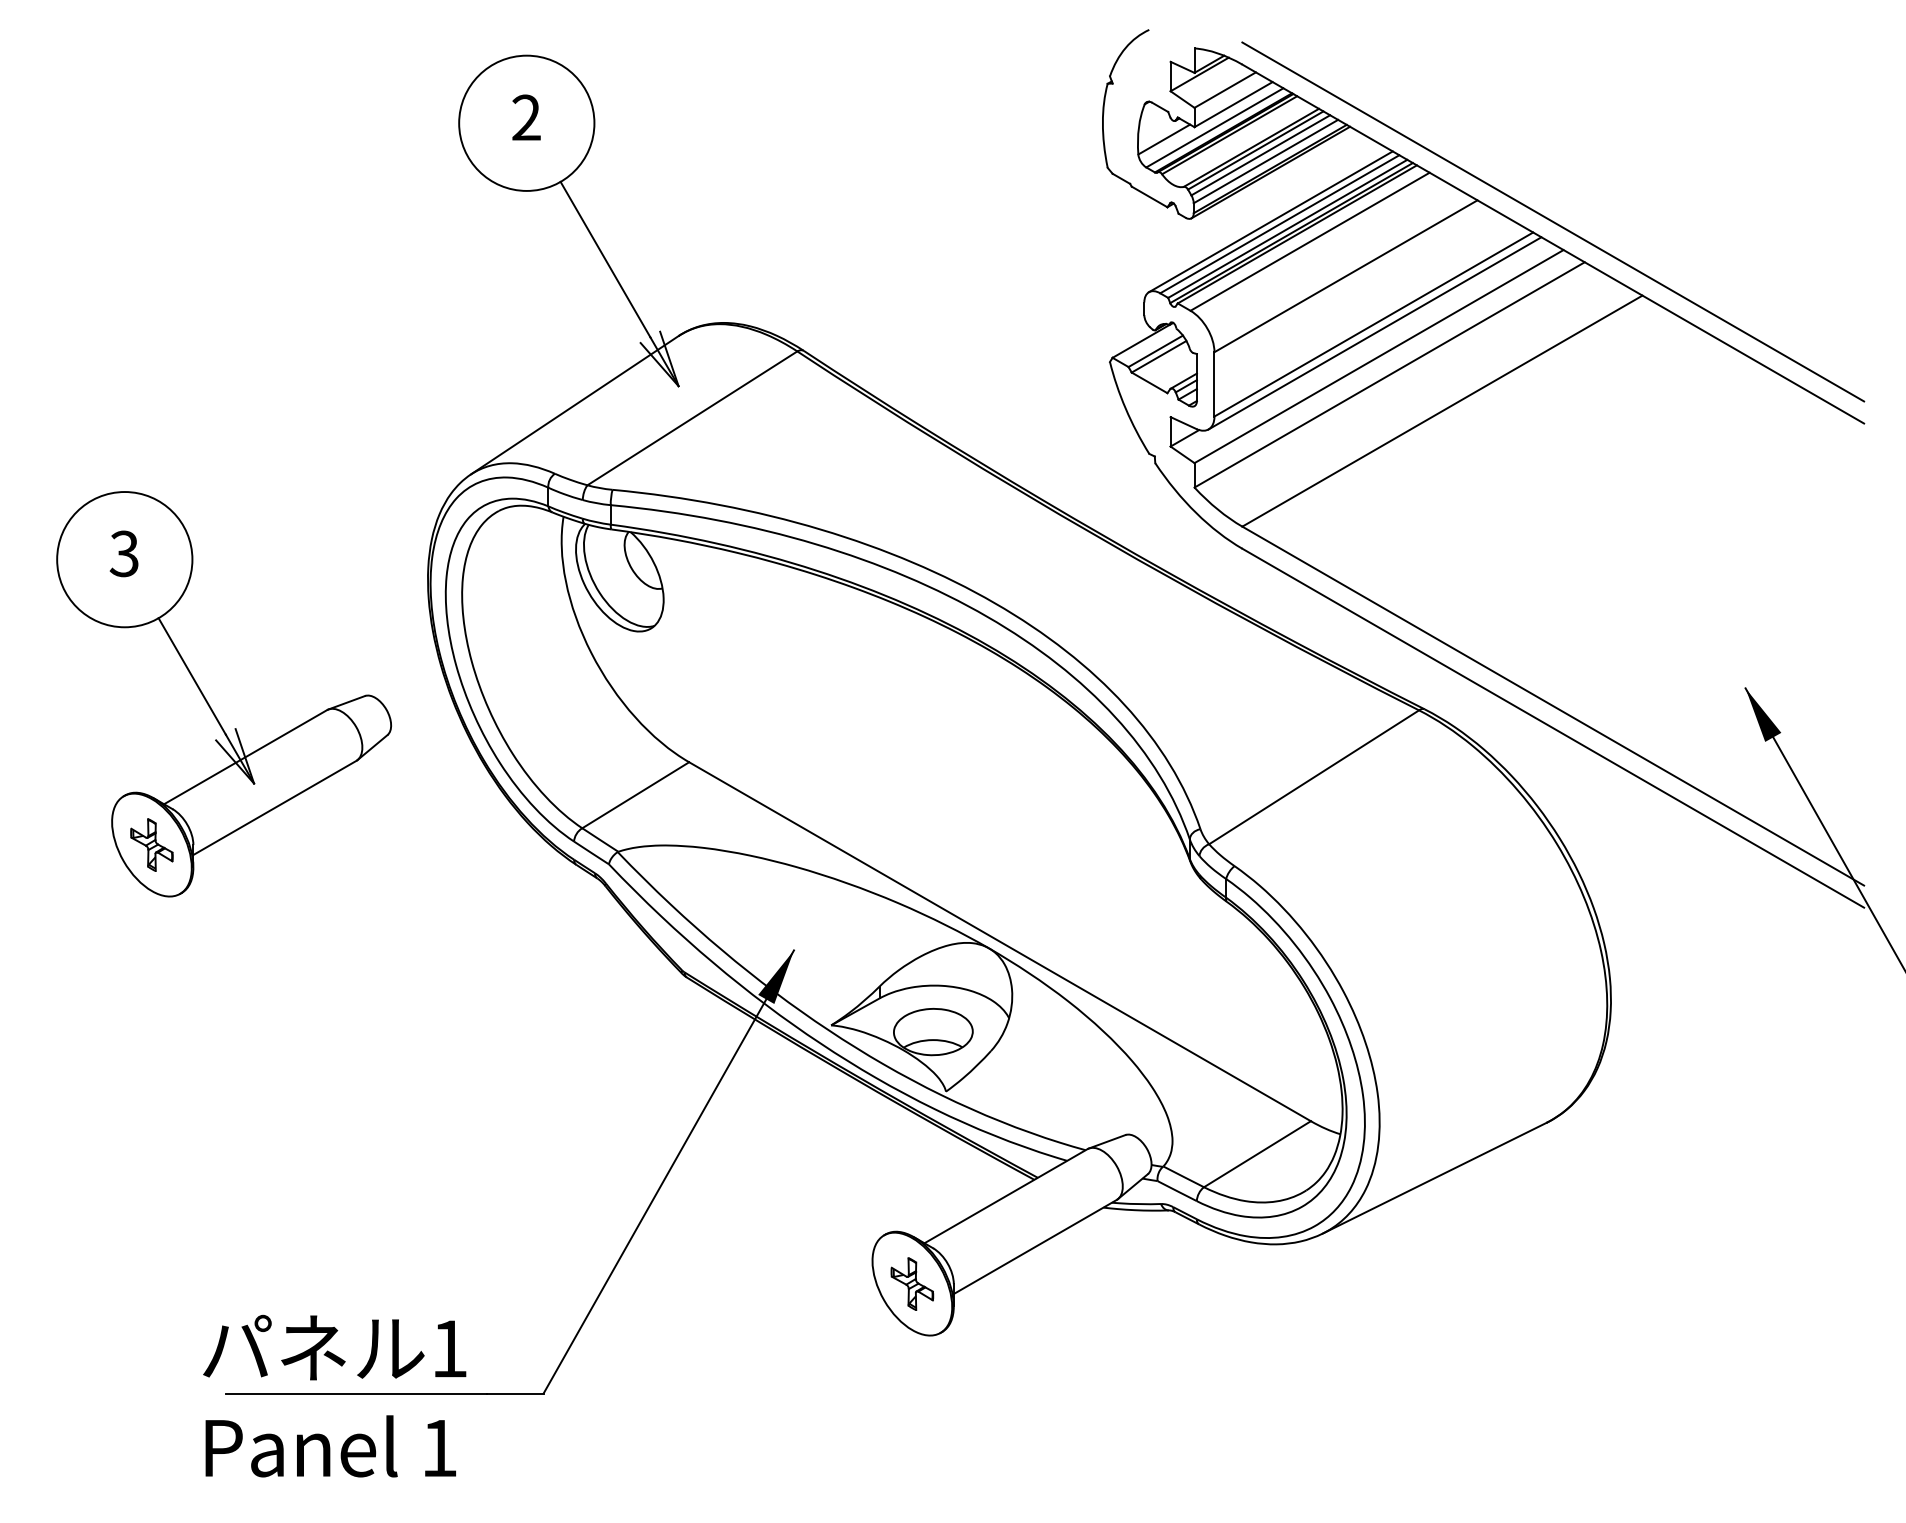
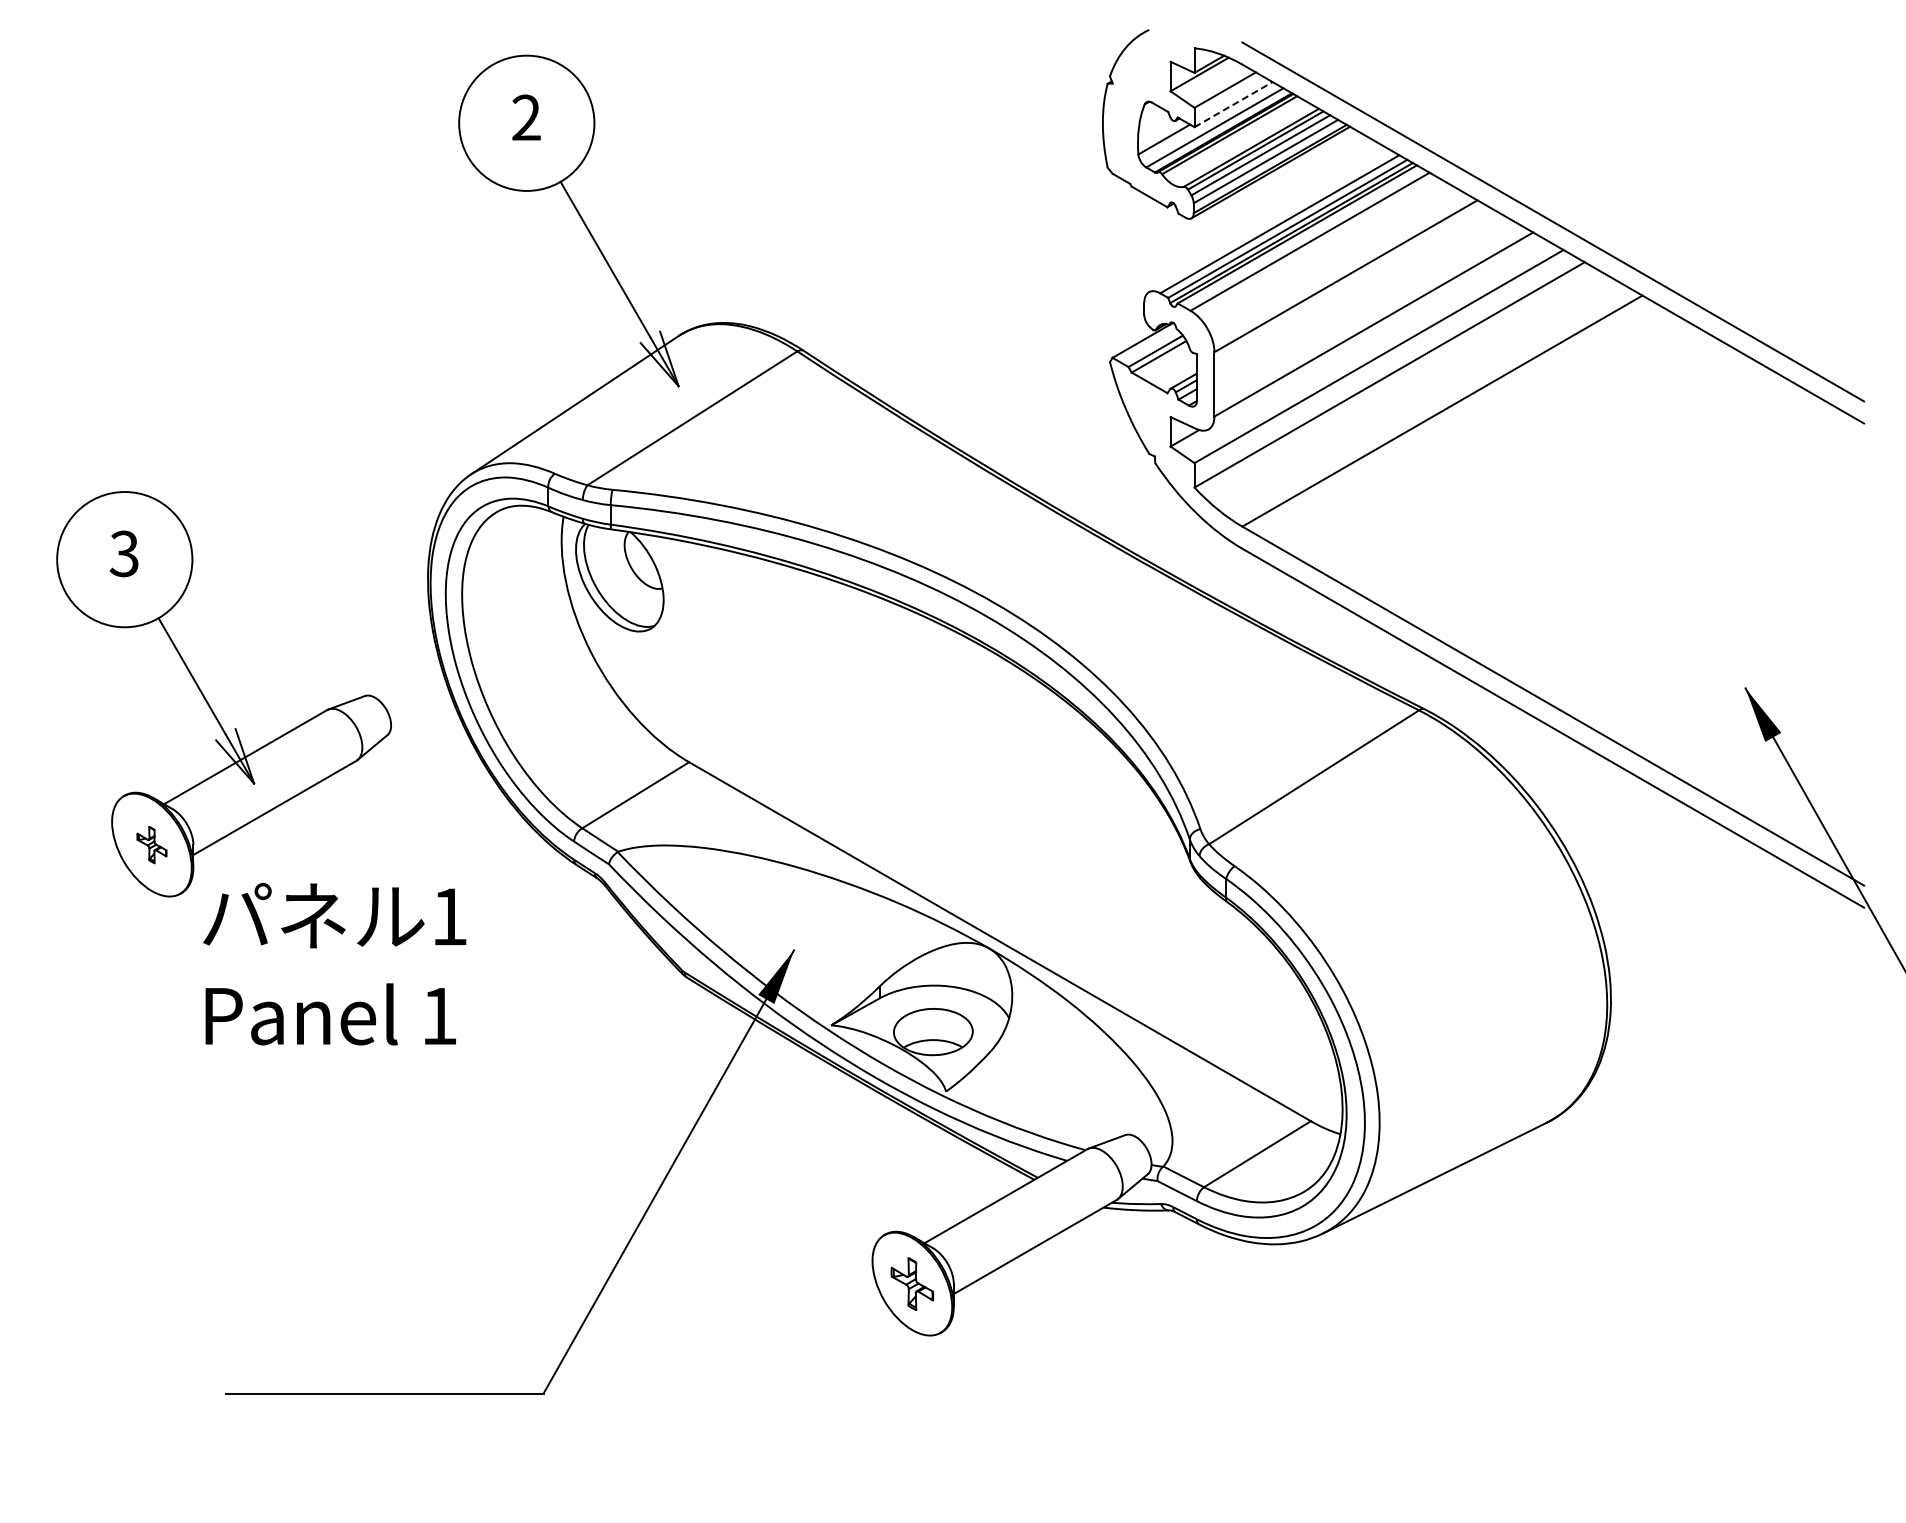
line at (1234, 104): solid -> dashed
line at (1270, 221): present -> none
line at (1374, 333): present -> none
part at (151, 844) size: 44x54 px -> 32x39 px
text at (334, 1395) position: (334, 1395) -> (334, 963)
